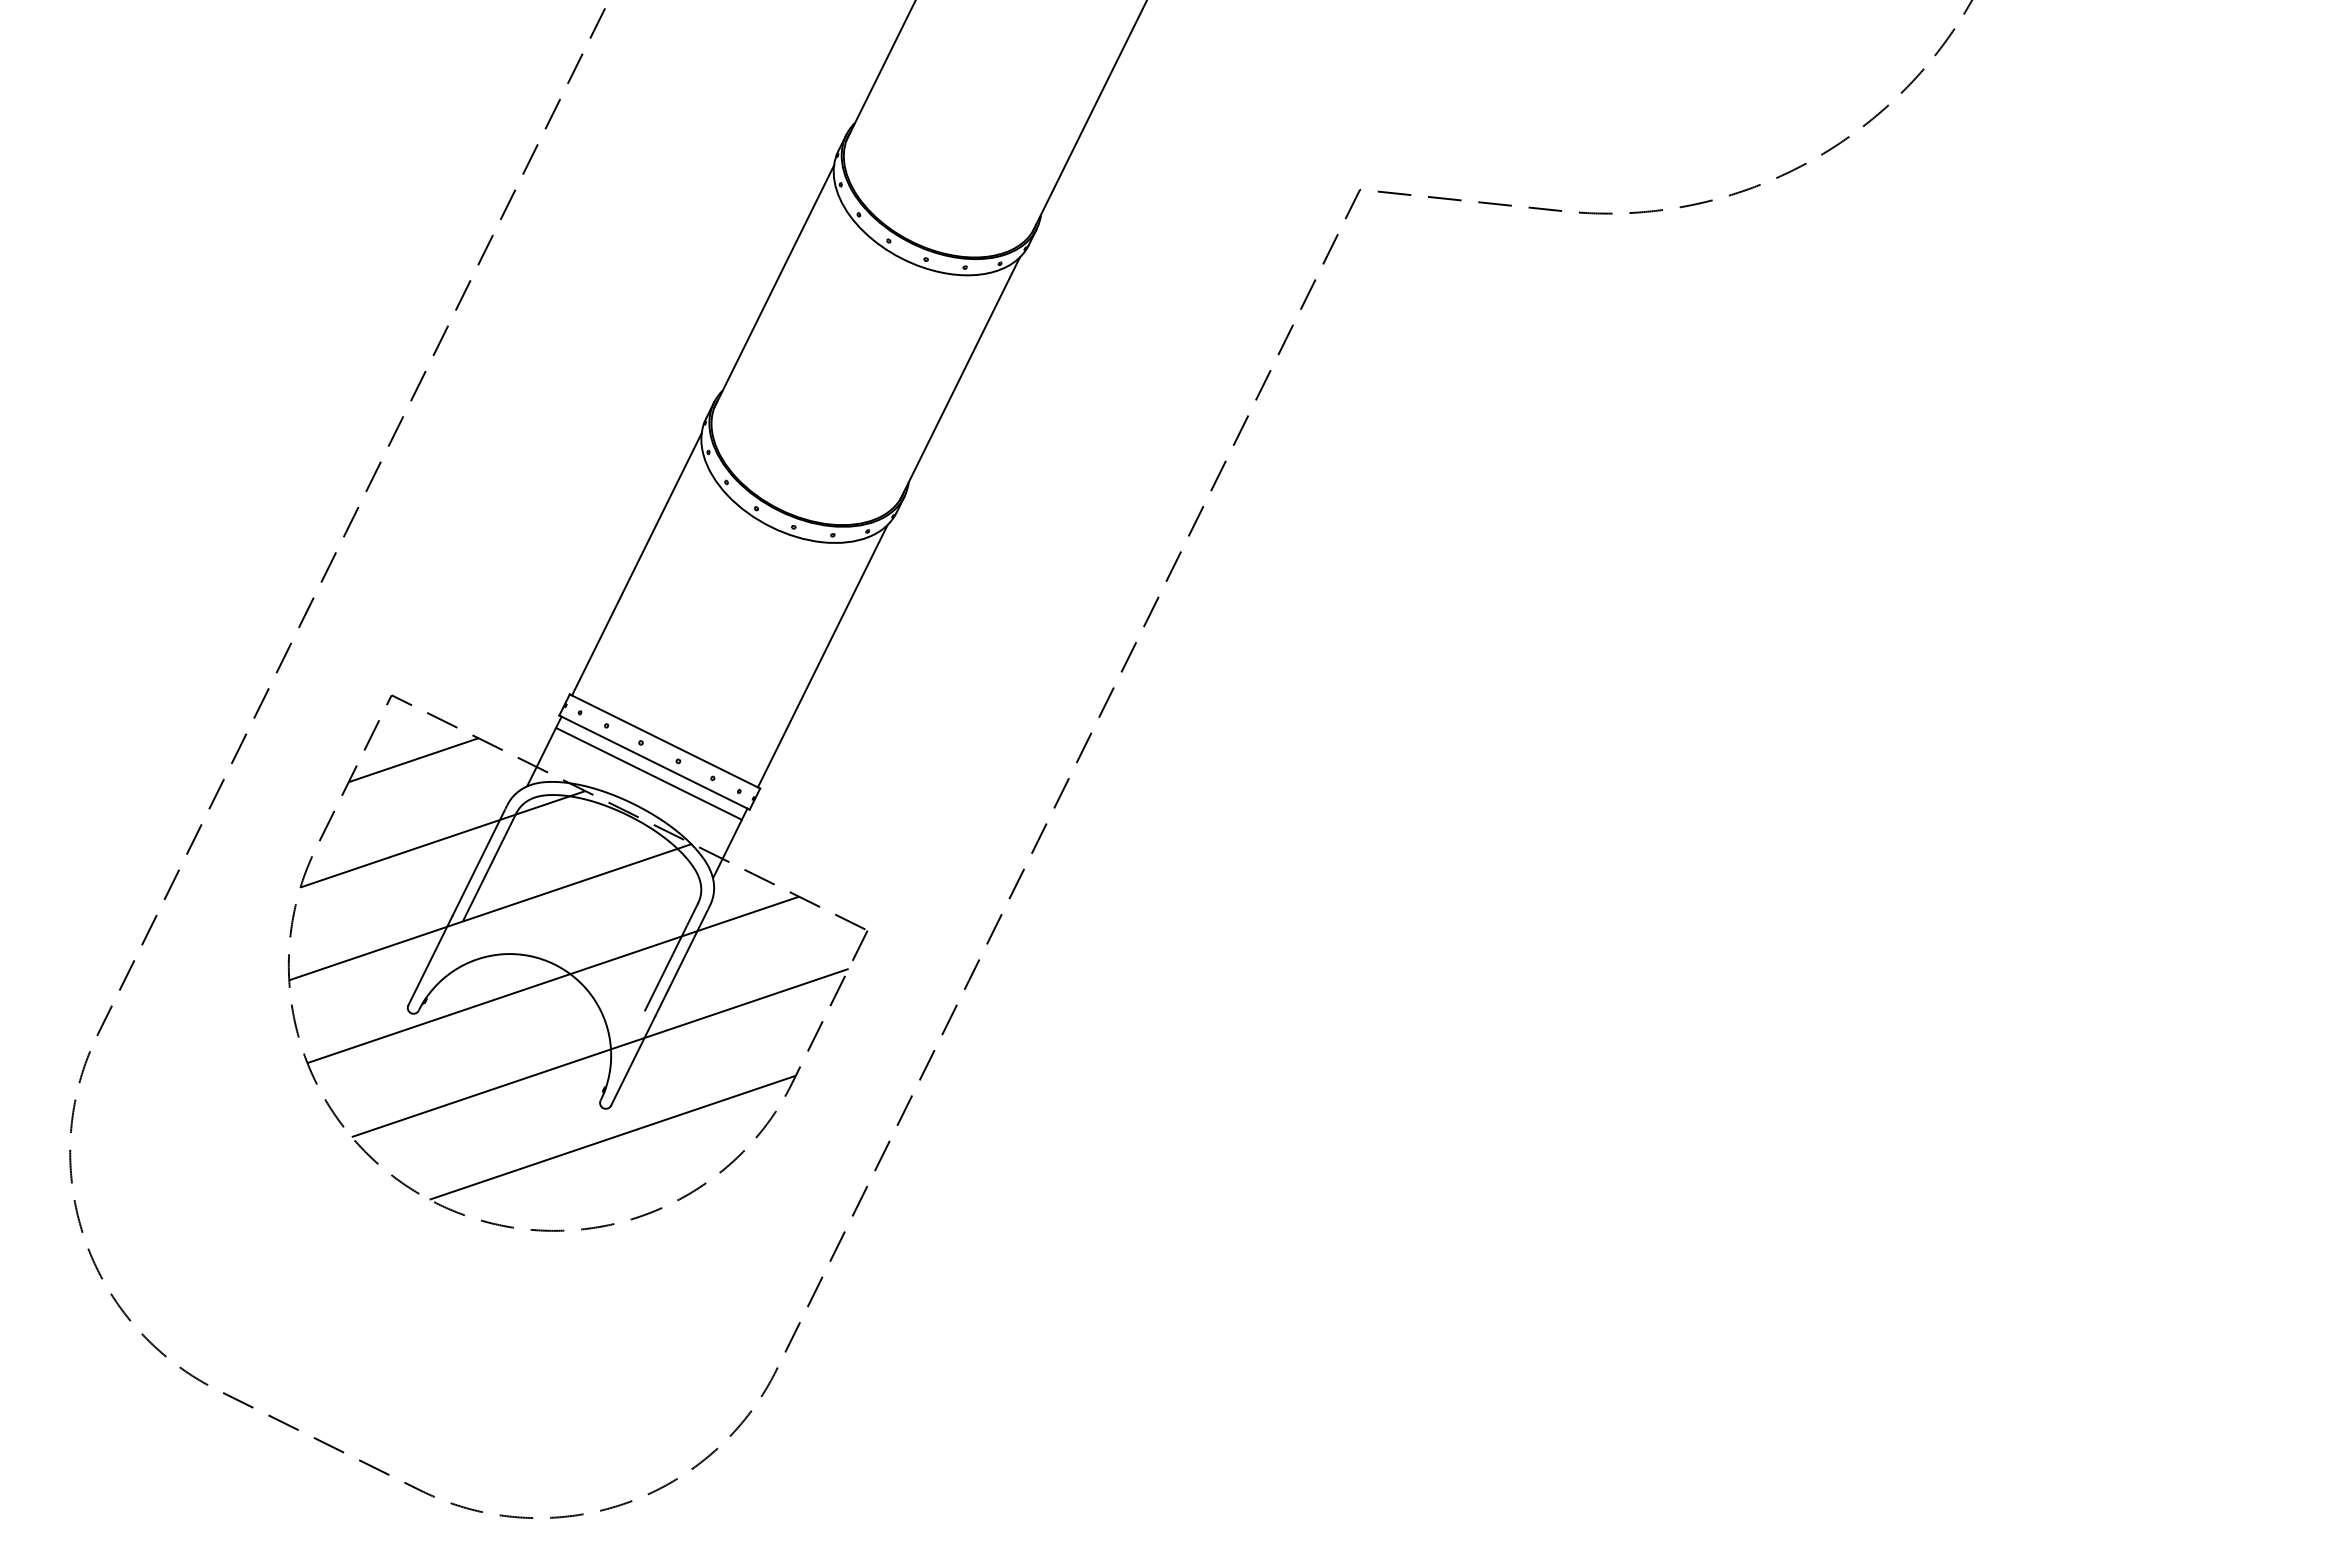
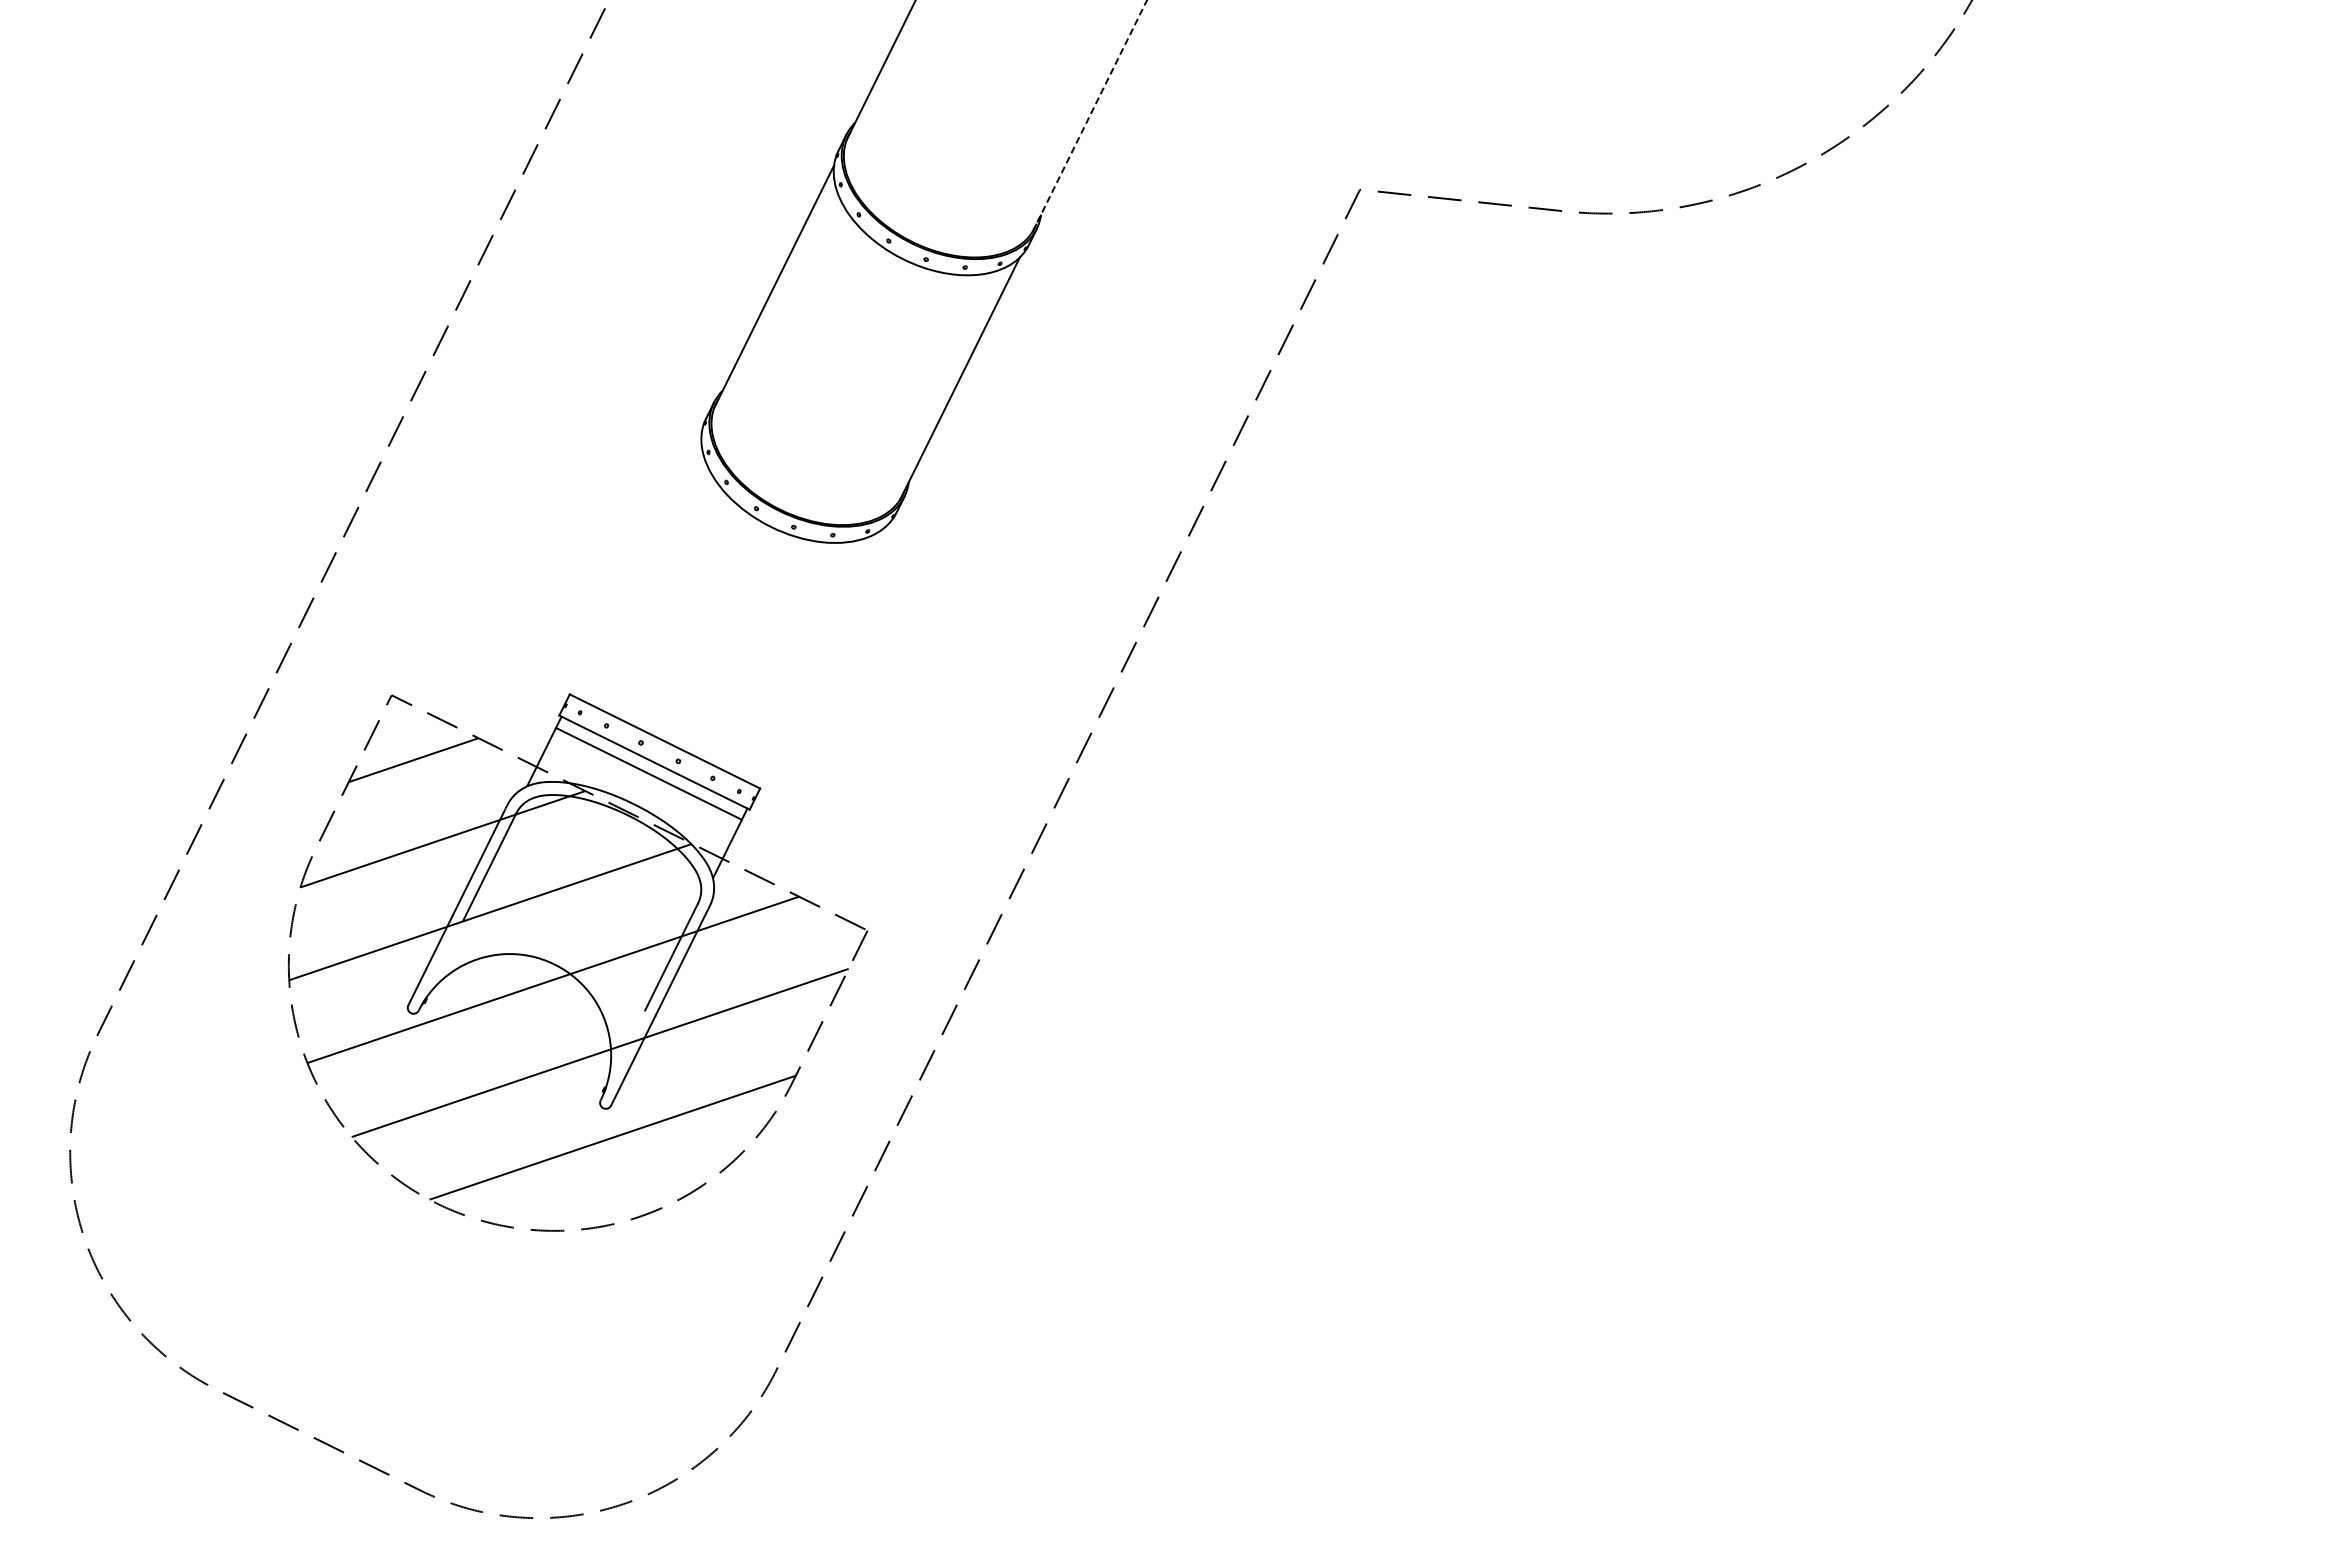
line at (1089, 115): solid -> dashed
line at (636, 564): present -> none
line at (822, 656): present -> none
